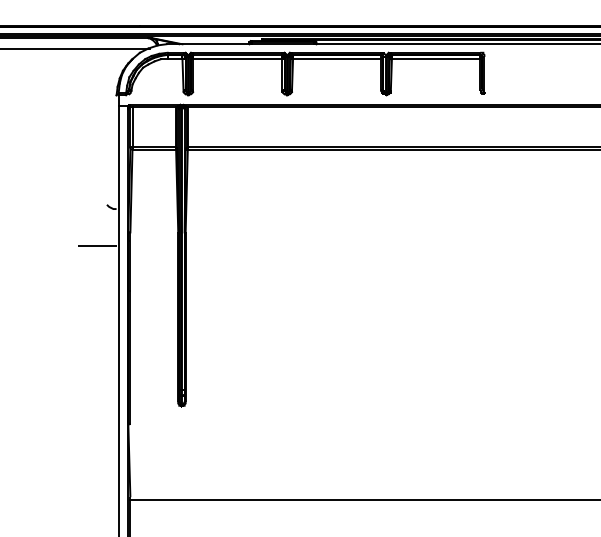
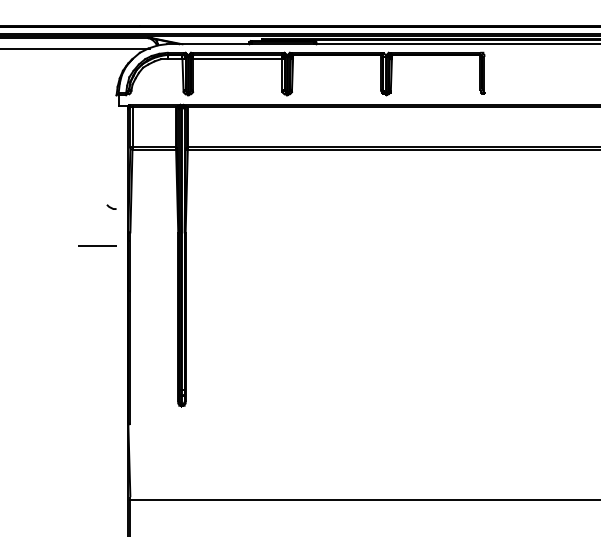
line at (337, 59): present -> none
line at (435, 59): present -> none
line at (118, 319): present -> none
